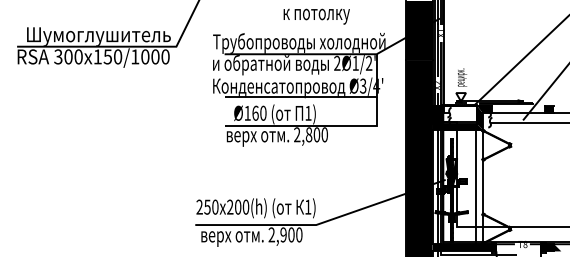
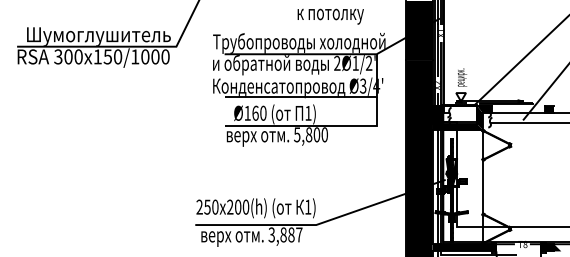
text at (316, 16) position: (316, 16) -> (330, 16)
text at (297, 134): 2,800 -> 5,800
line at (475, 186): present -> none
text at (285, 234): 2,900 -> 3,887
